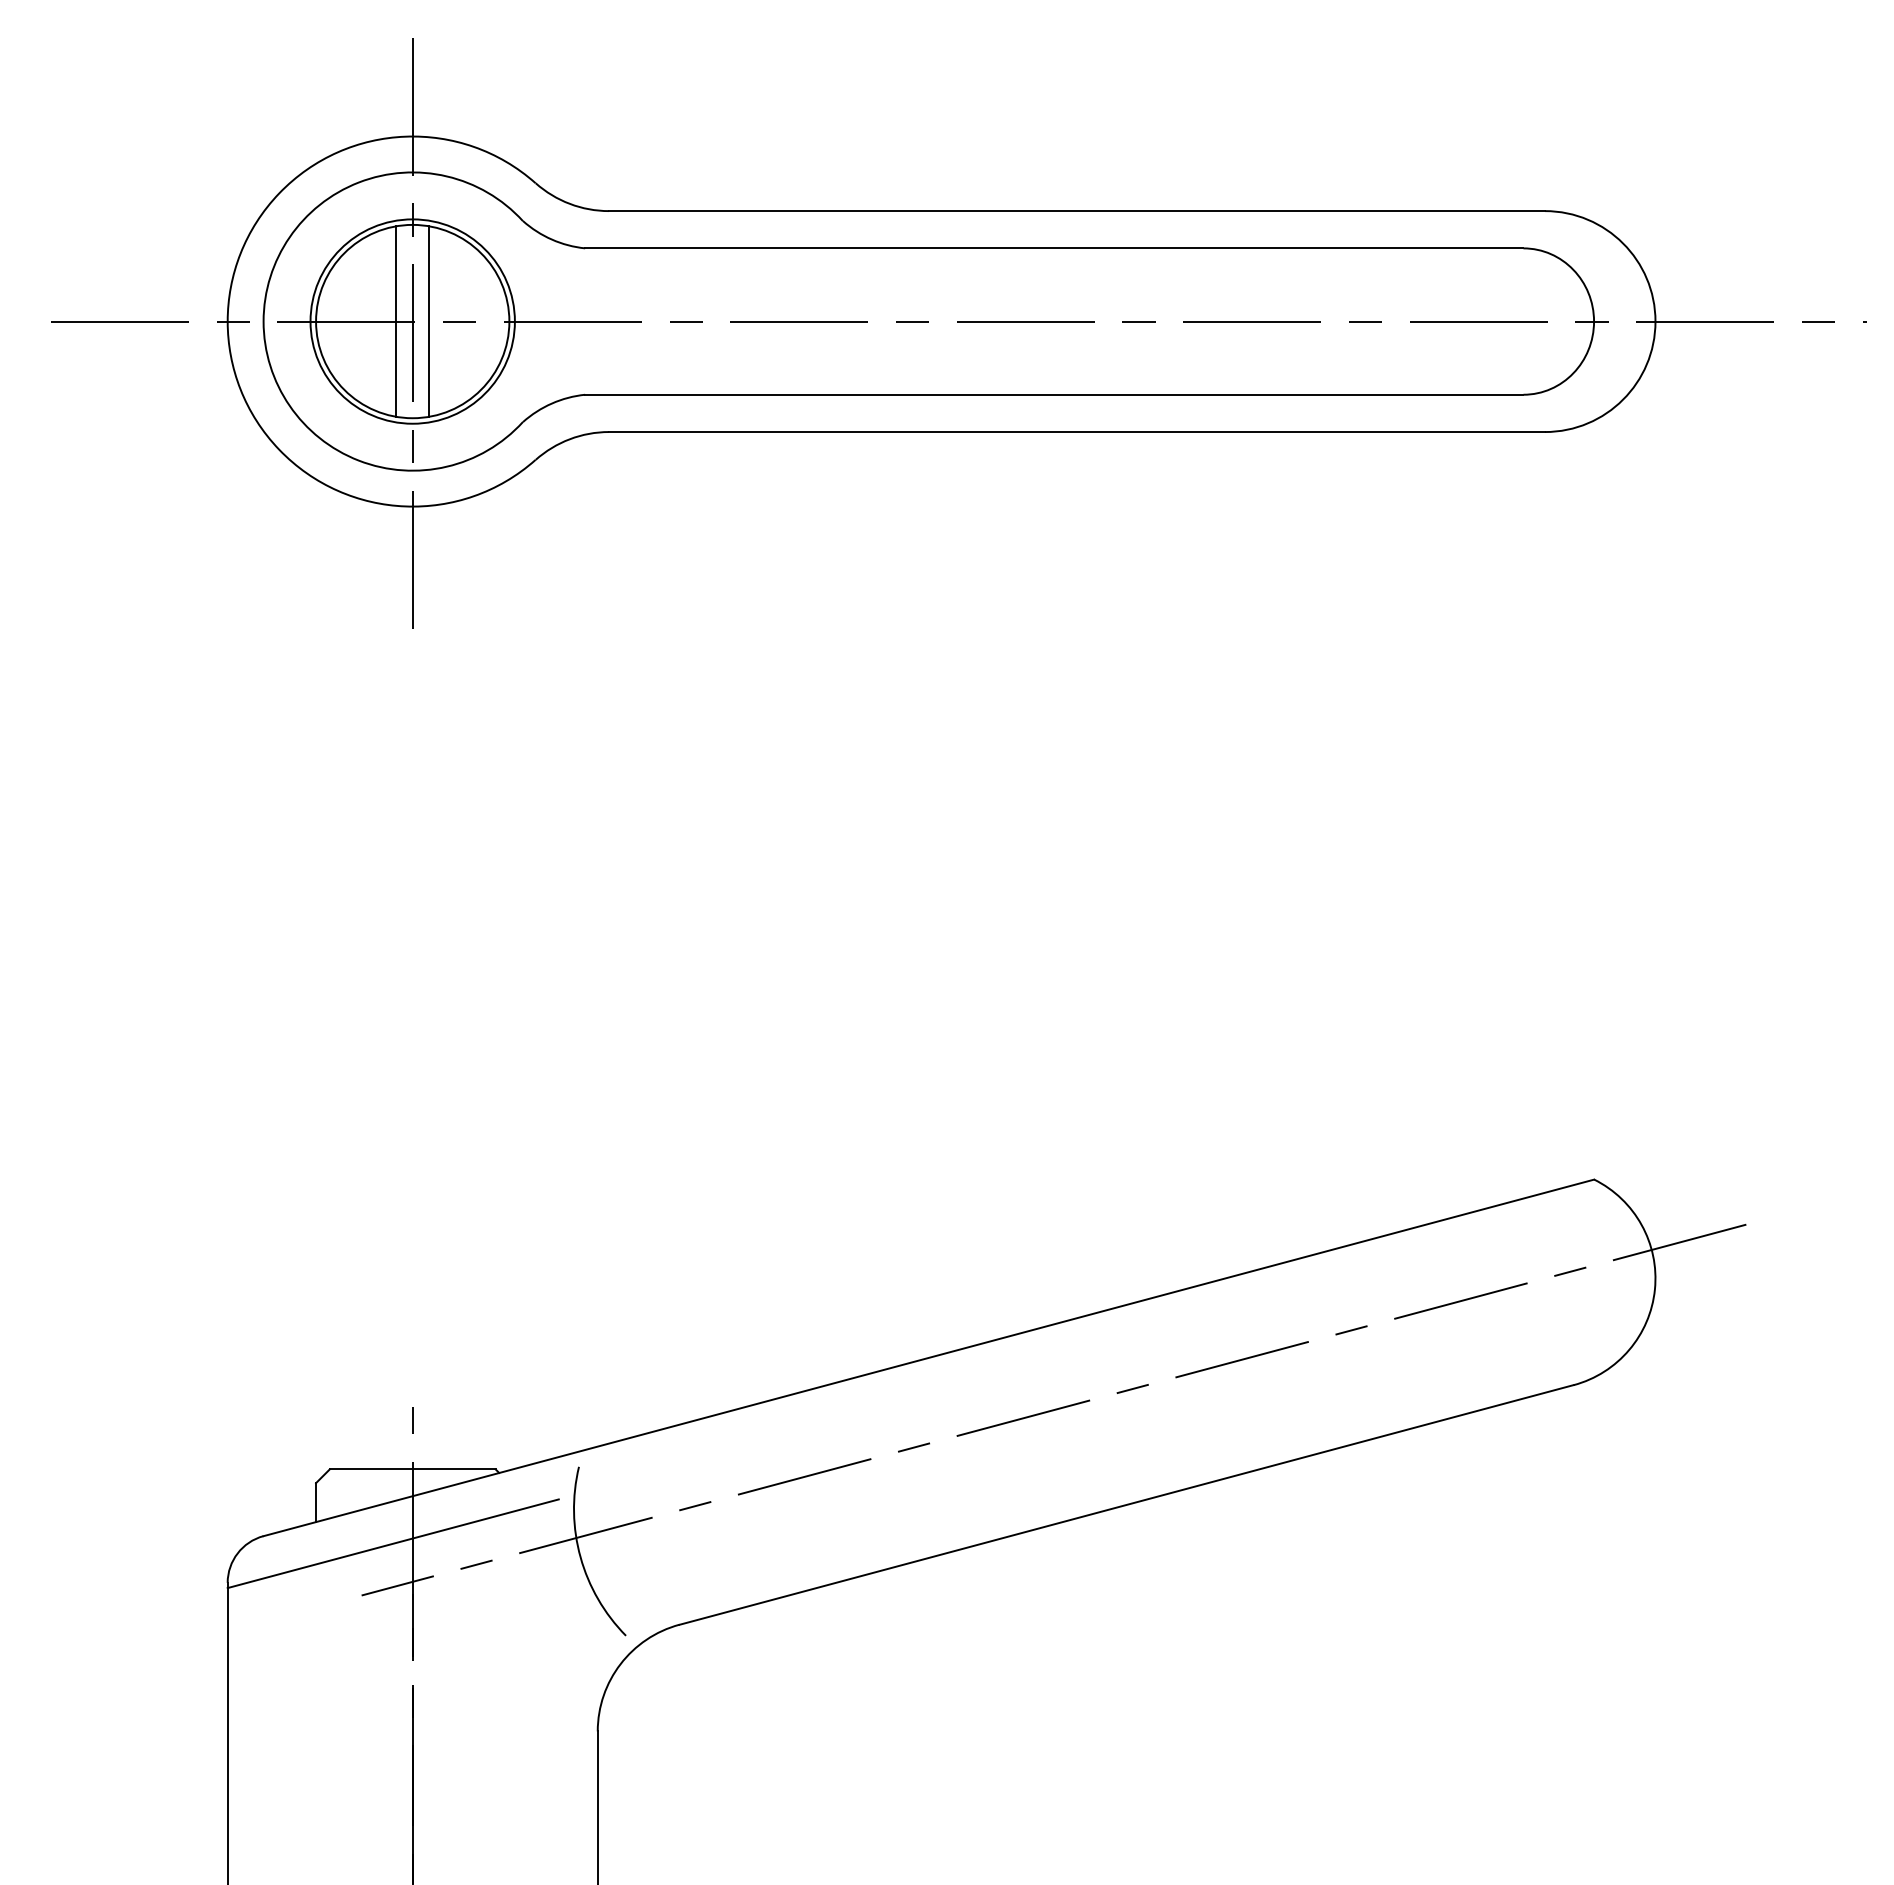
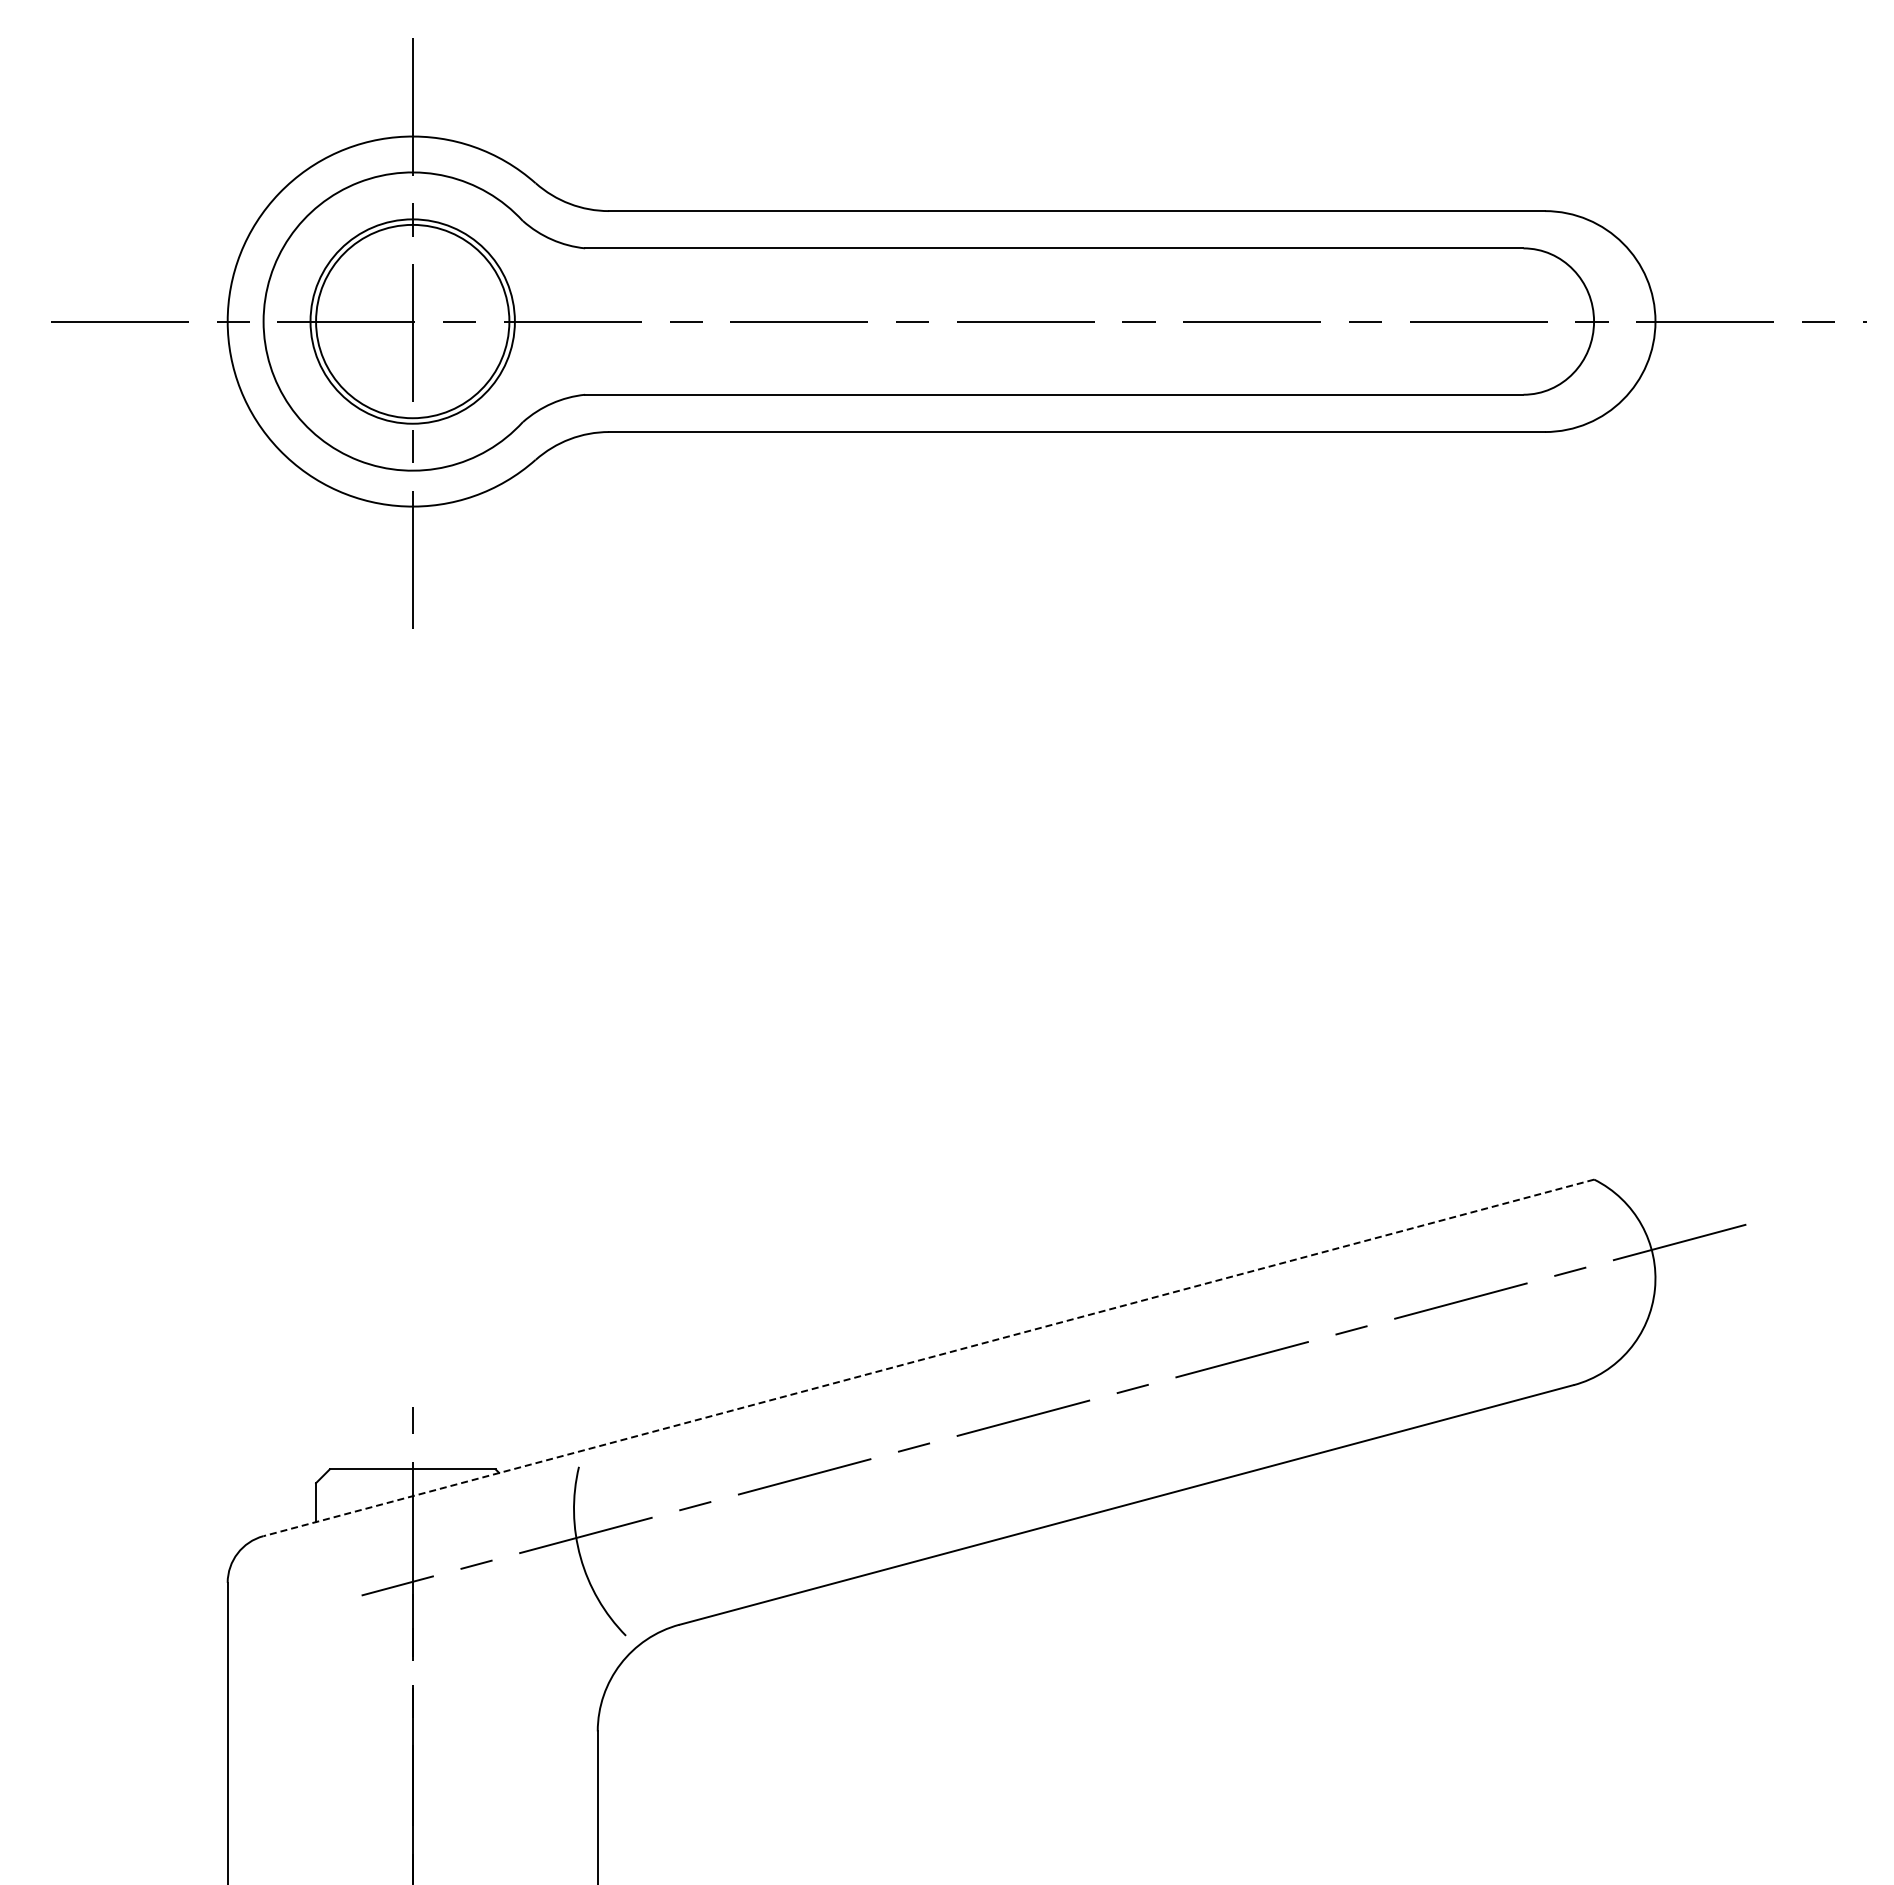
line at (396, 321): present -> none
line at (429, 321): present -> none
line at (928, 1357): solid -> dashed
line at (392, 1543): present -> none
